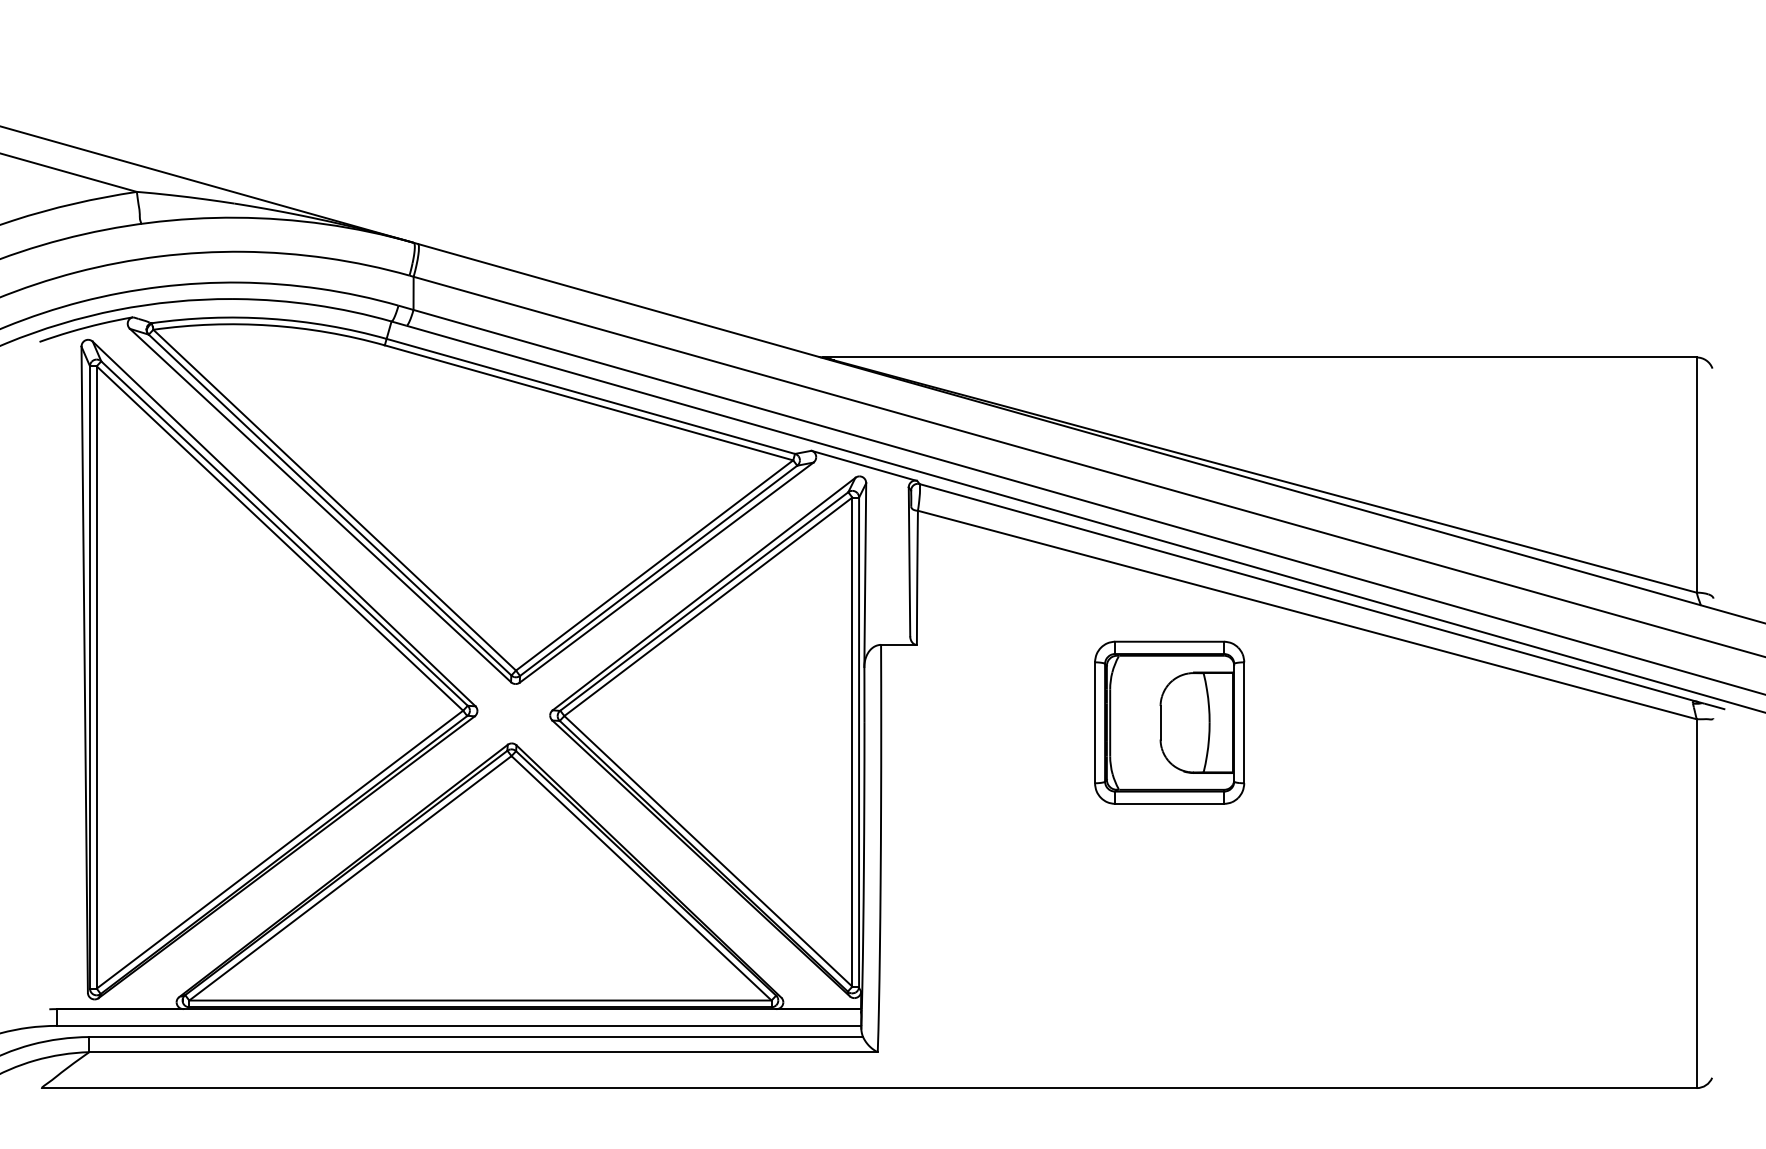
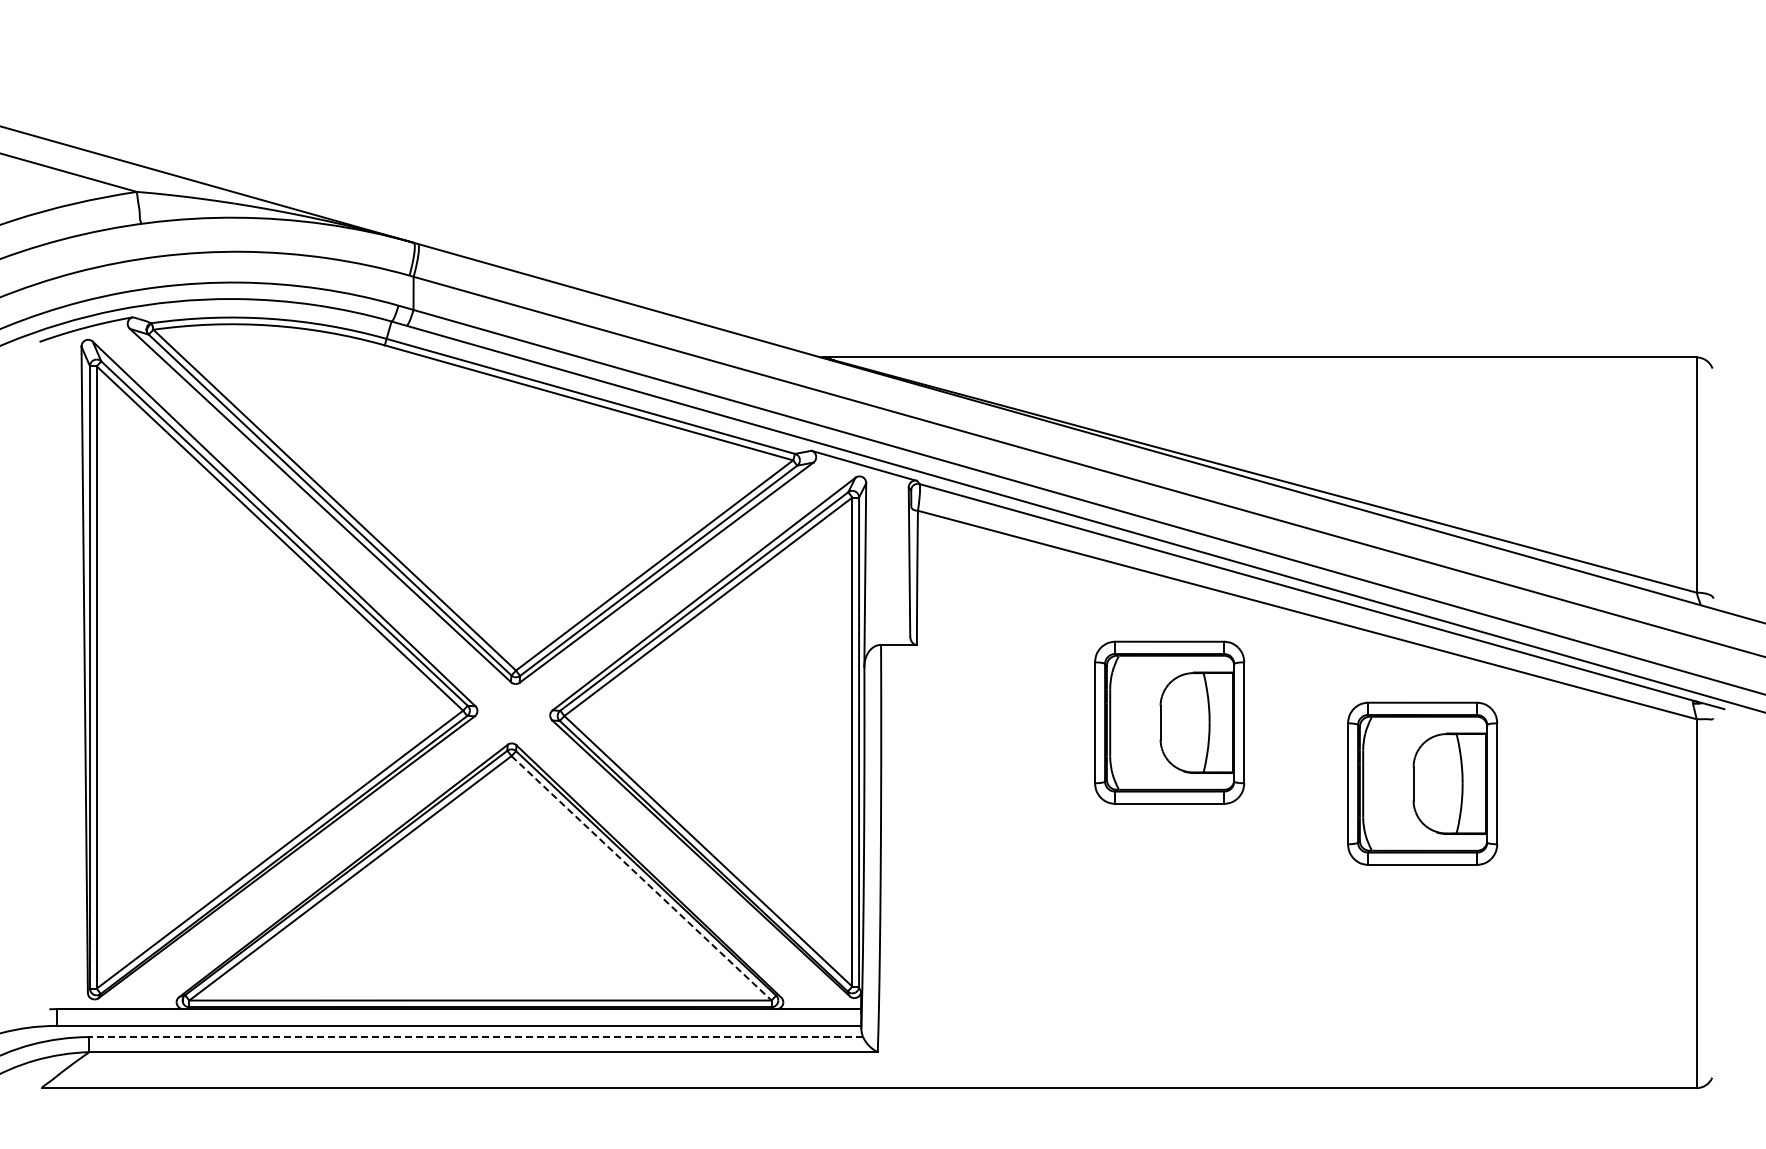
part at (1422, 783): none -> present
line at (641, 878): solid -> dashed
line at (476, 1037): solid -> dashed
